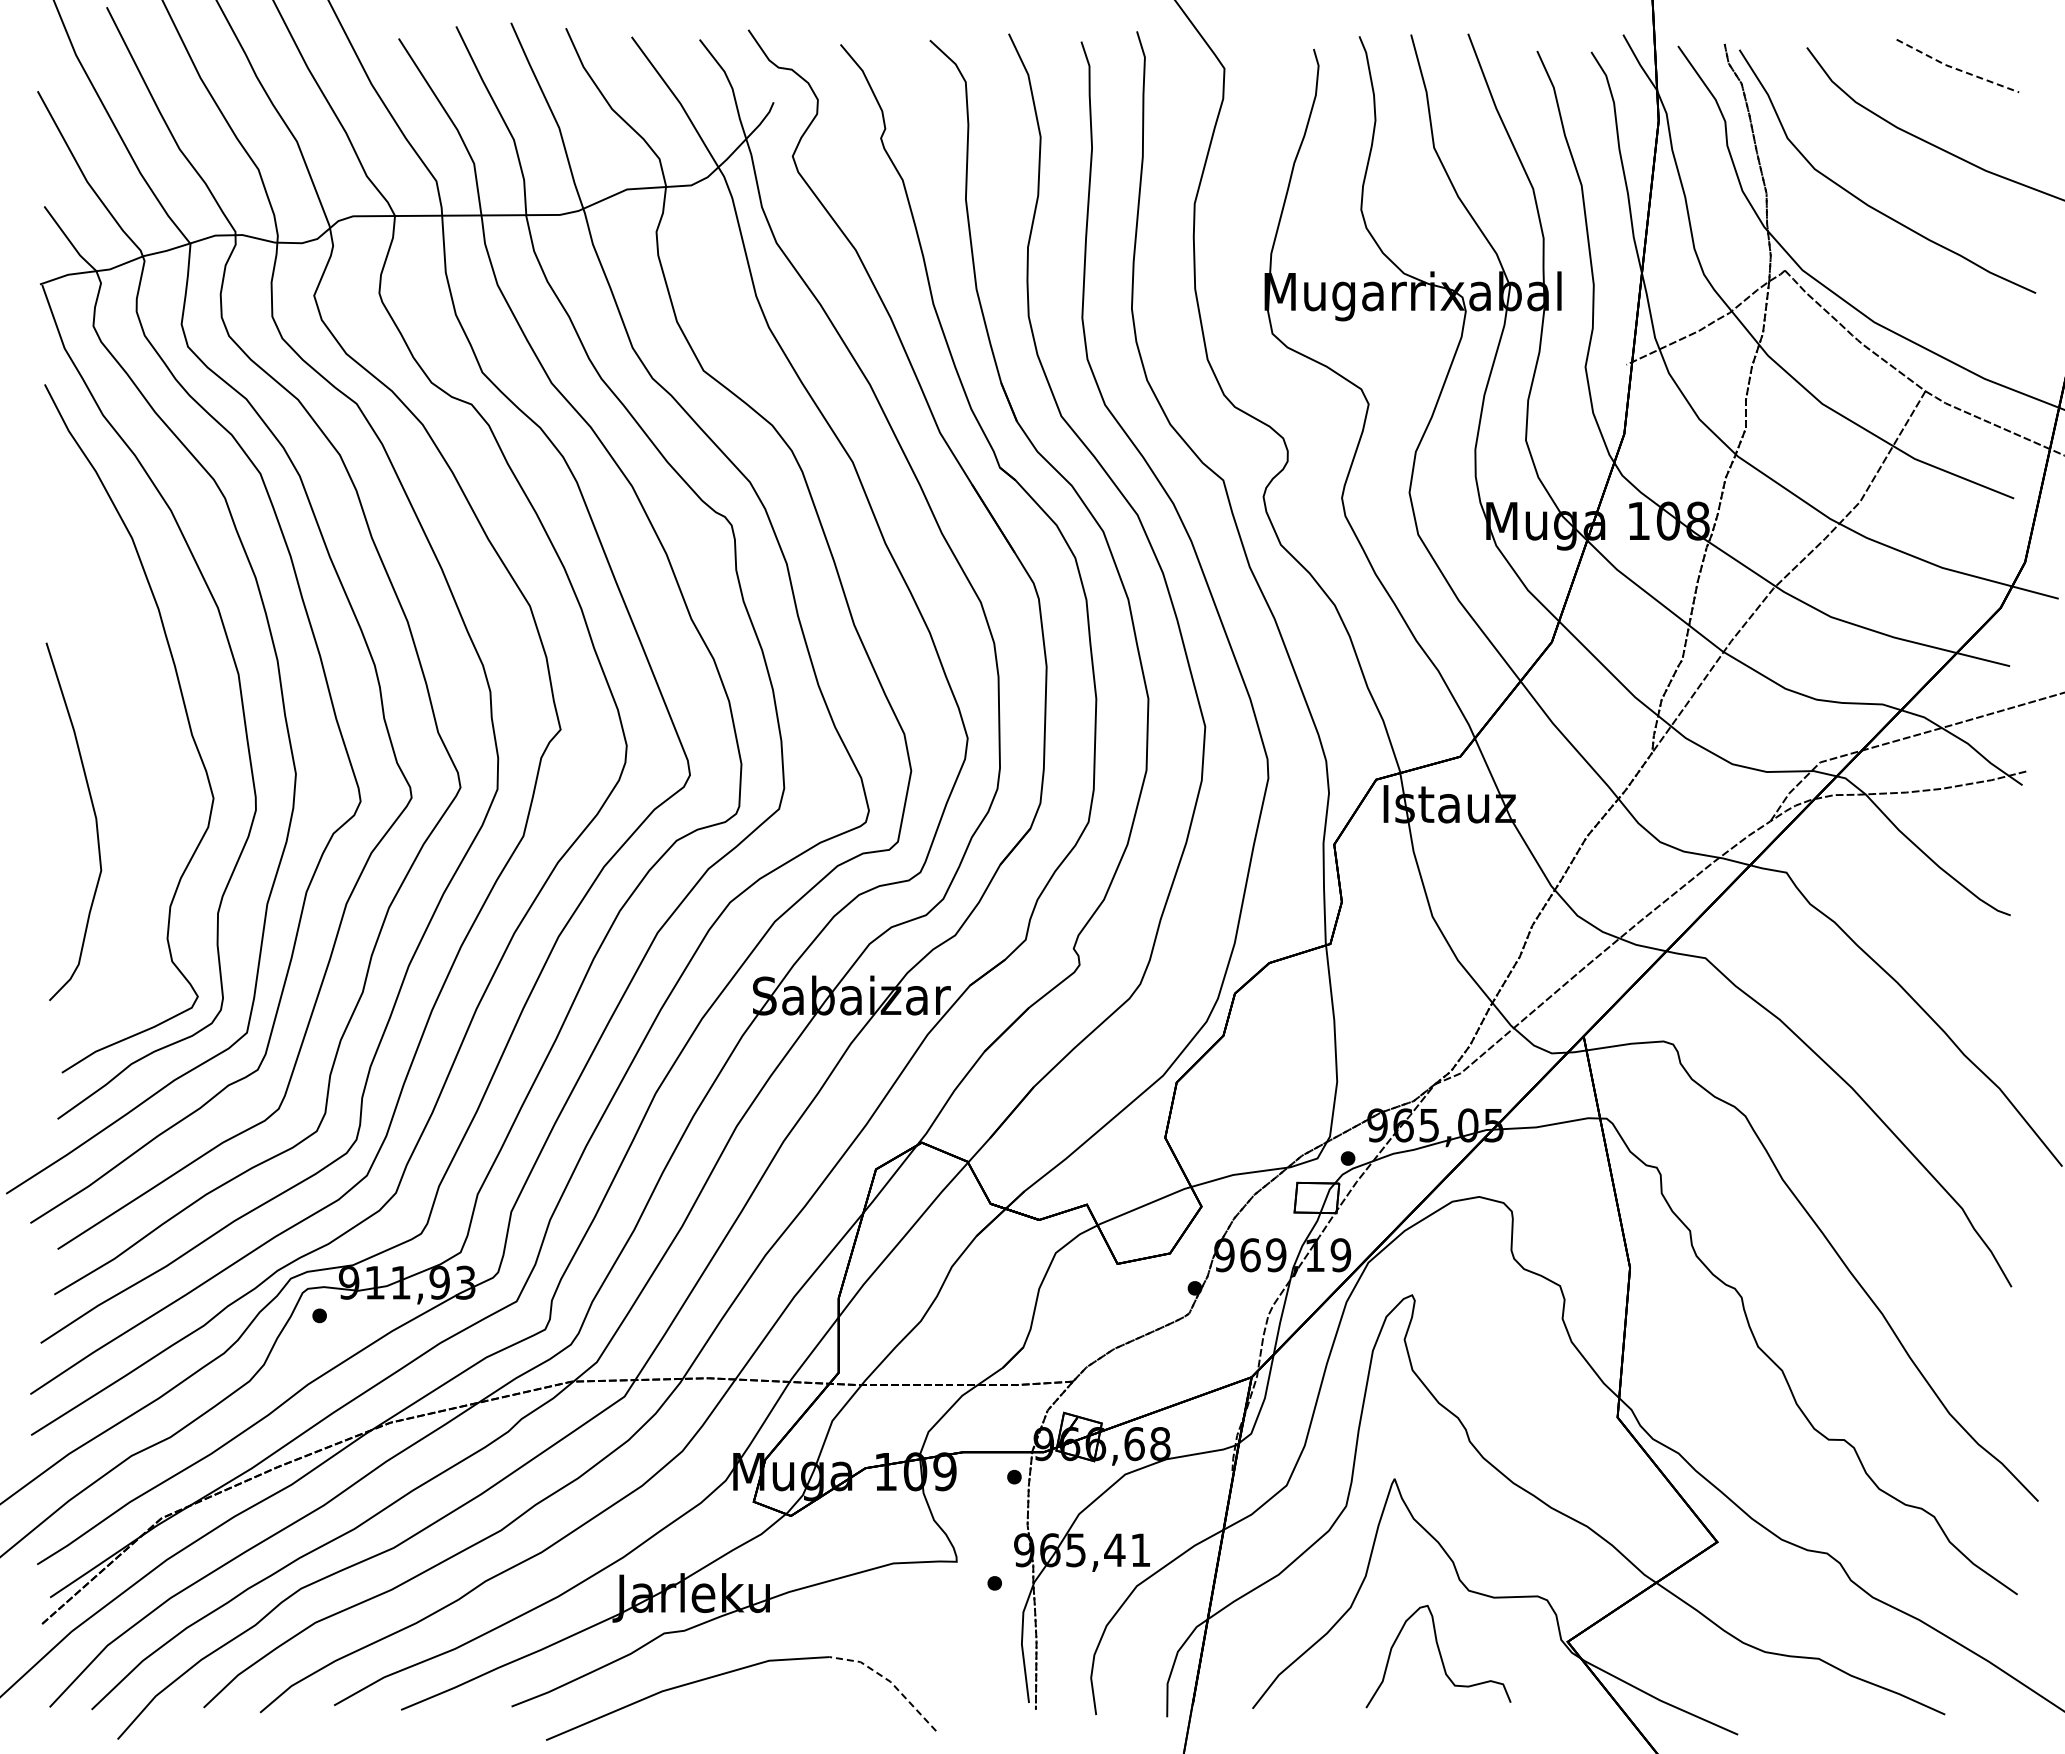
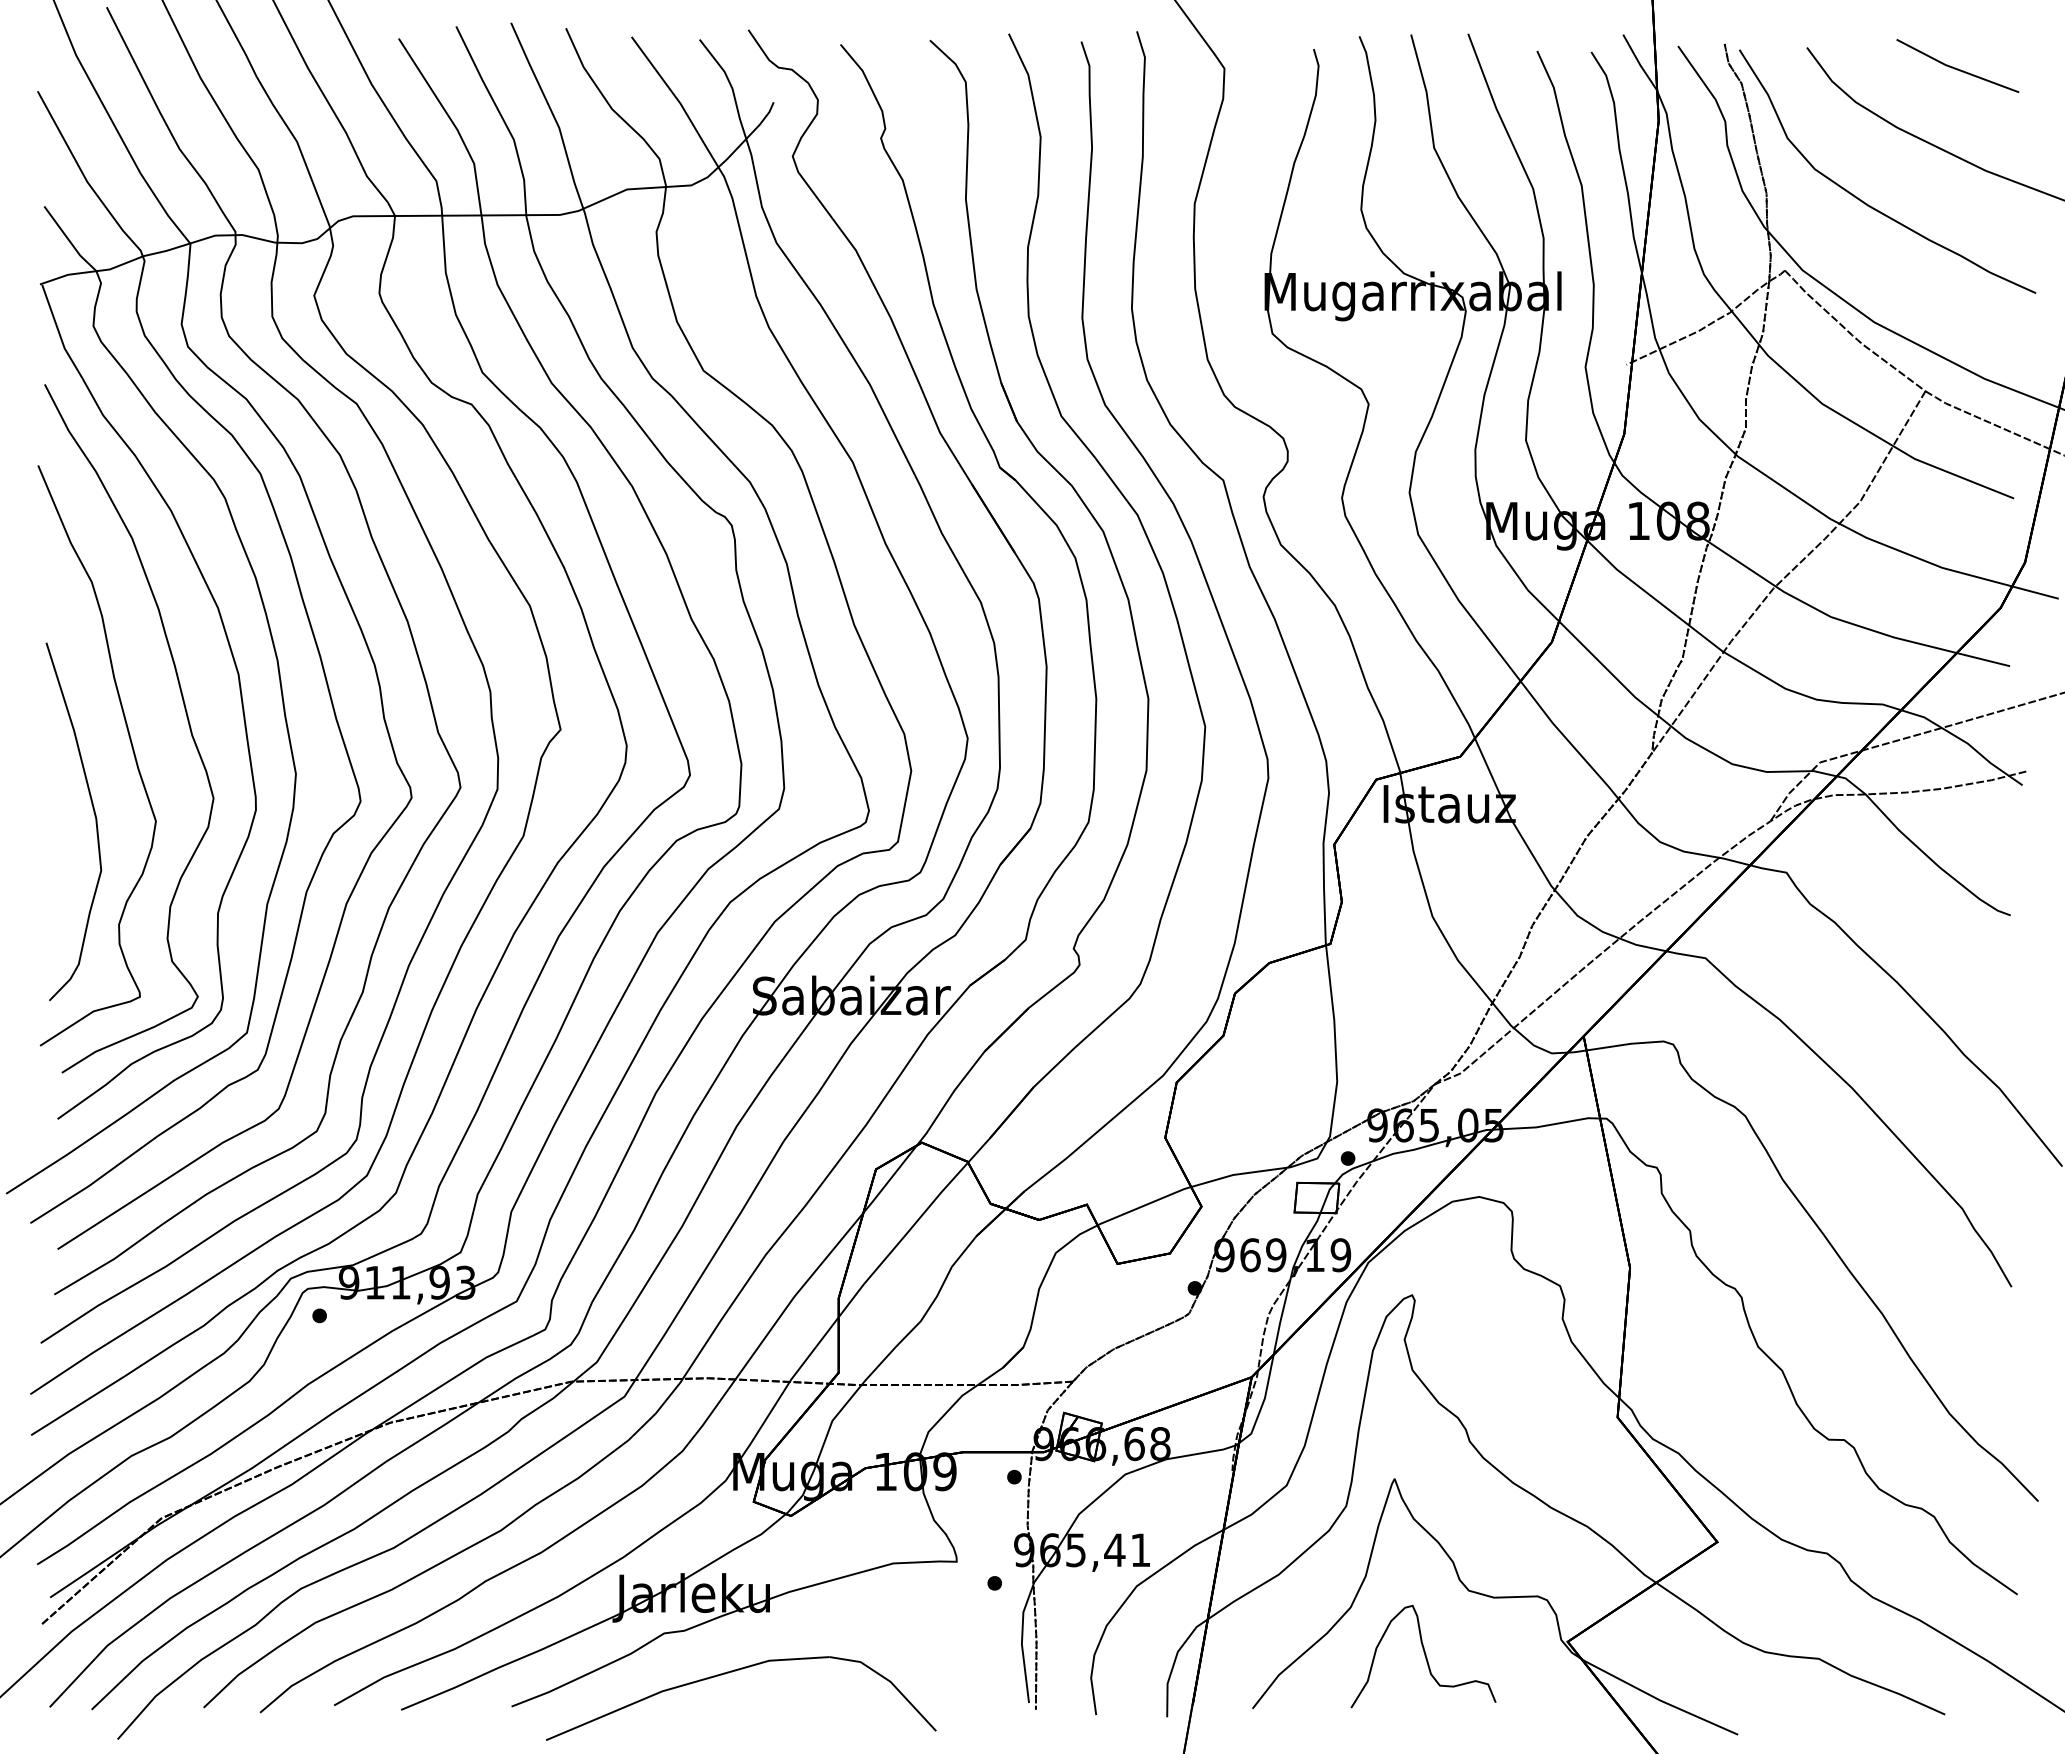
line at (1955, 68): dashed -> solid
curve at (131, 747): none -> present
curve at (1439, 1655) position: (1439, 1655) -> (1424, 1655)
line at (890, 1681): dashed -> solid
